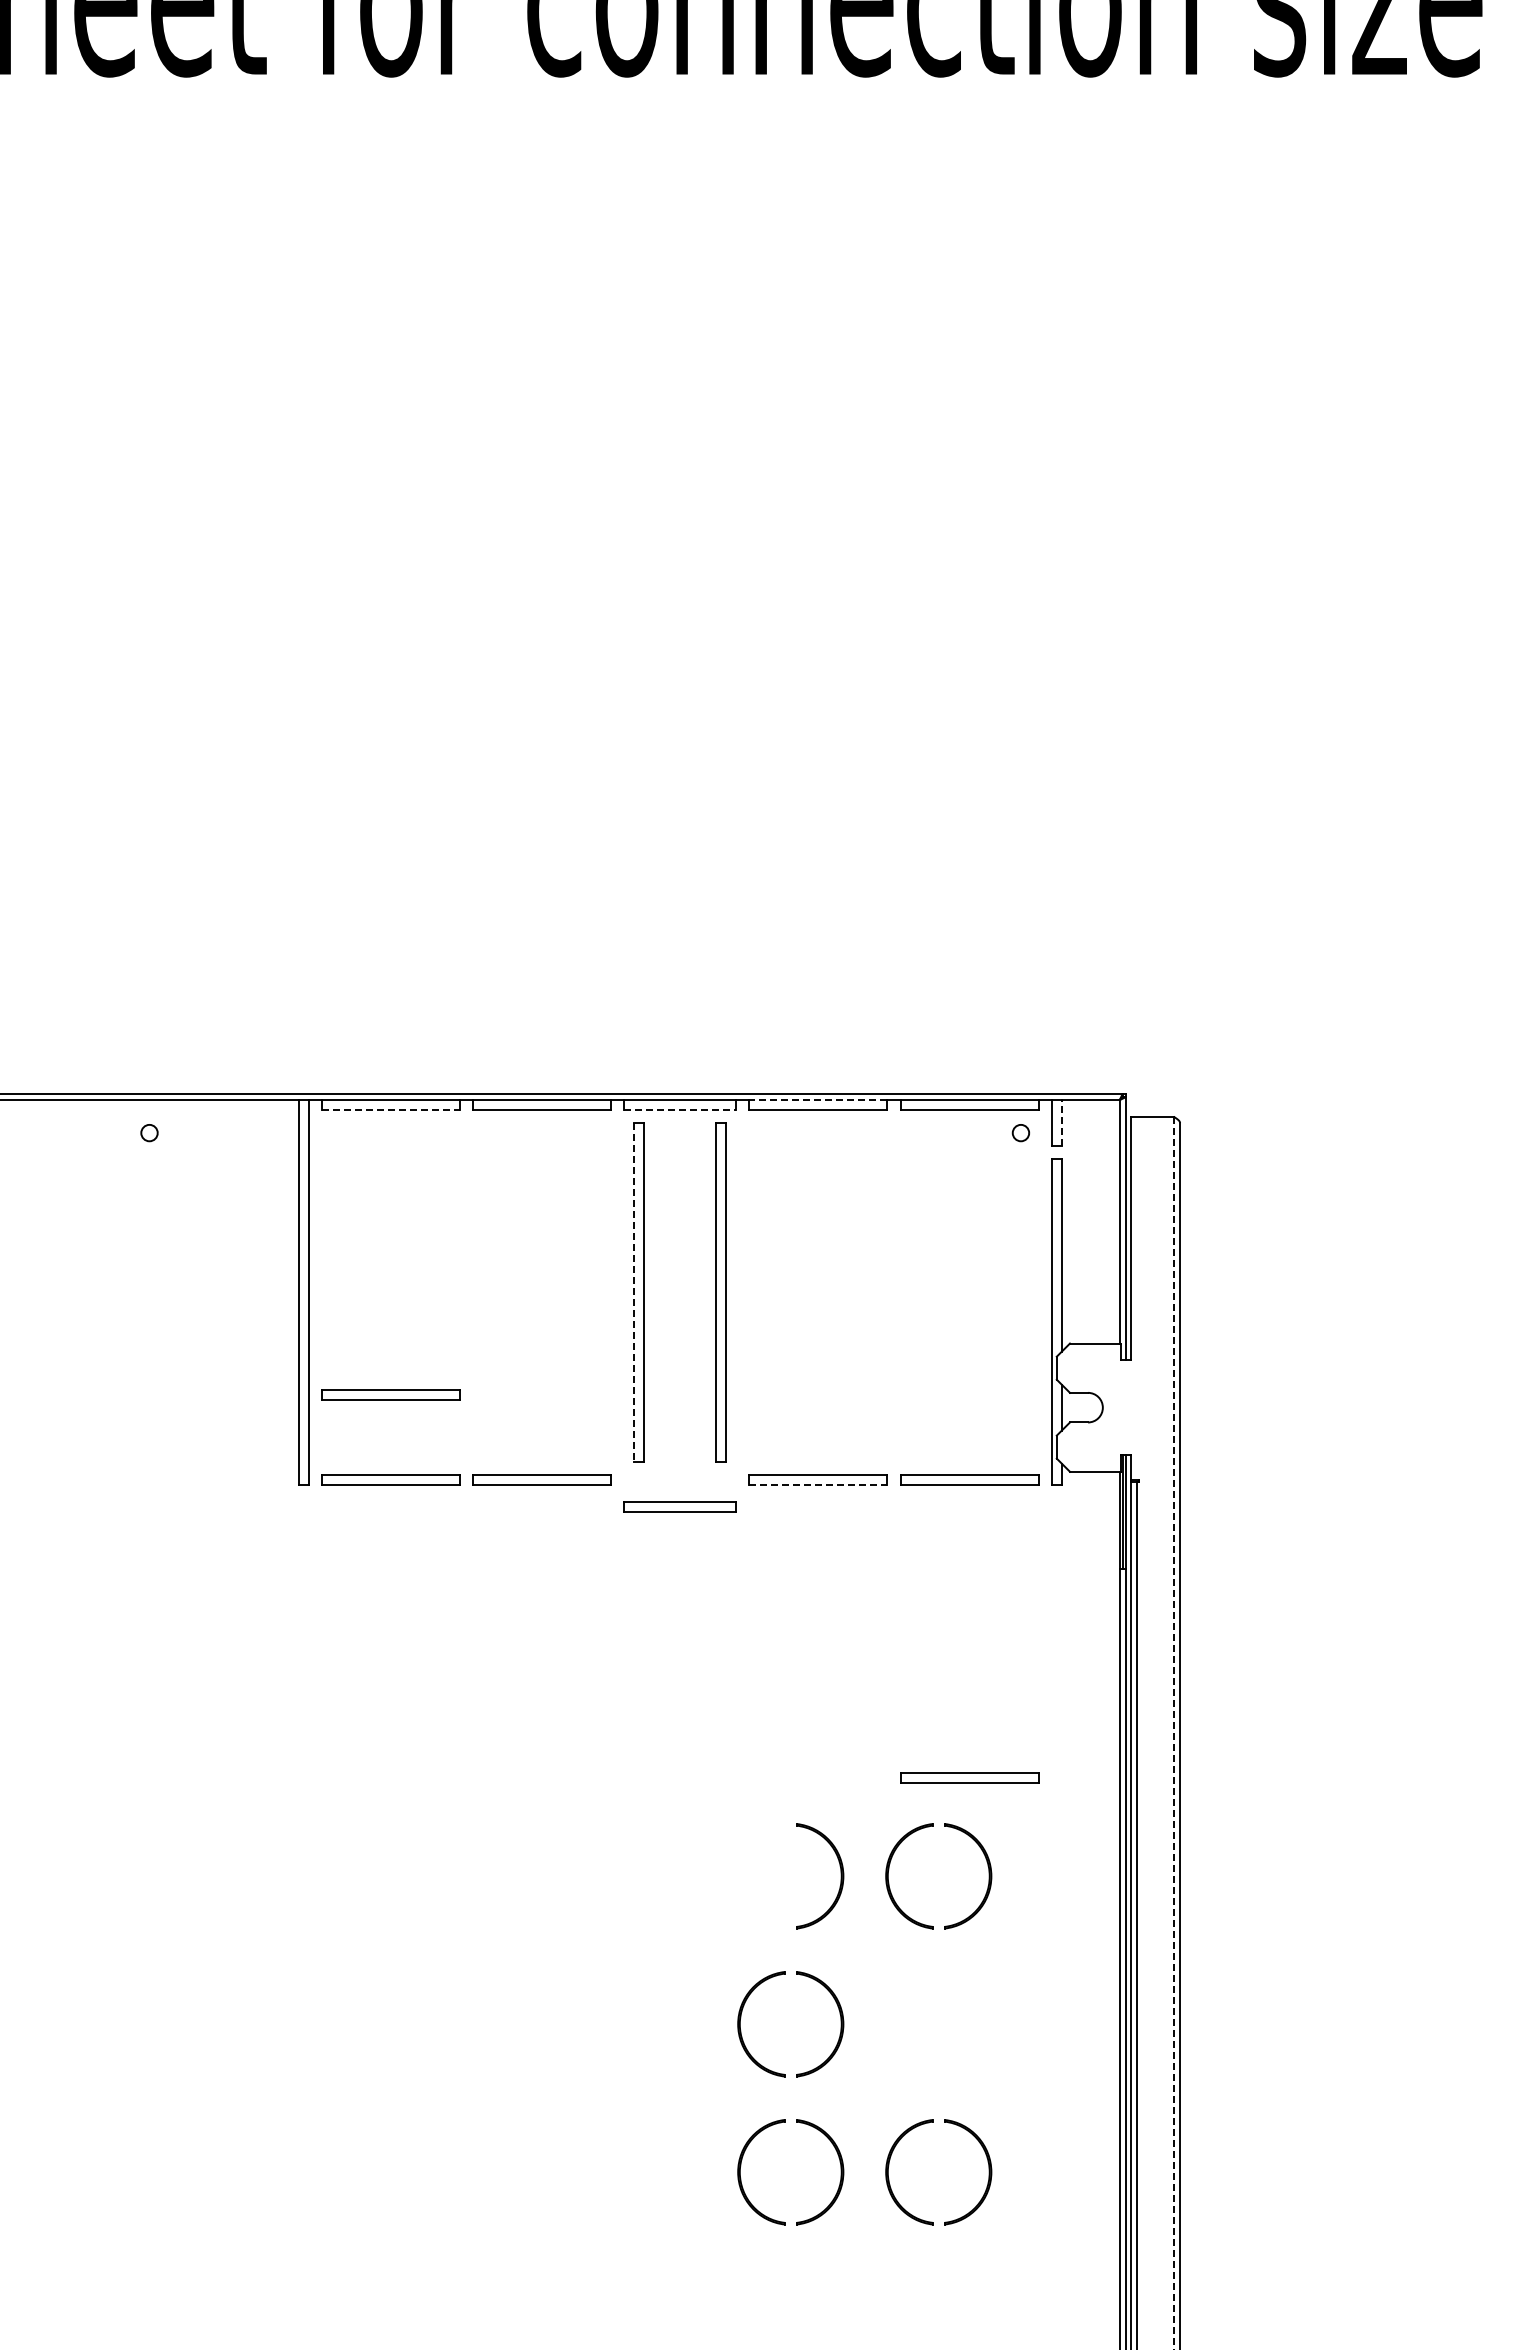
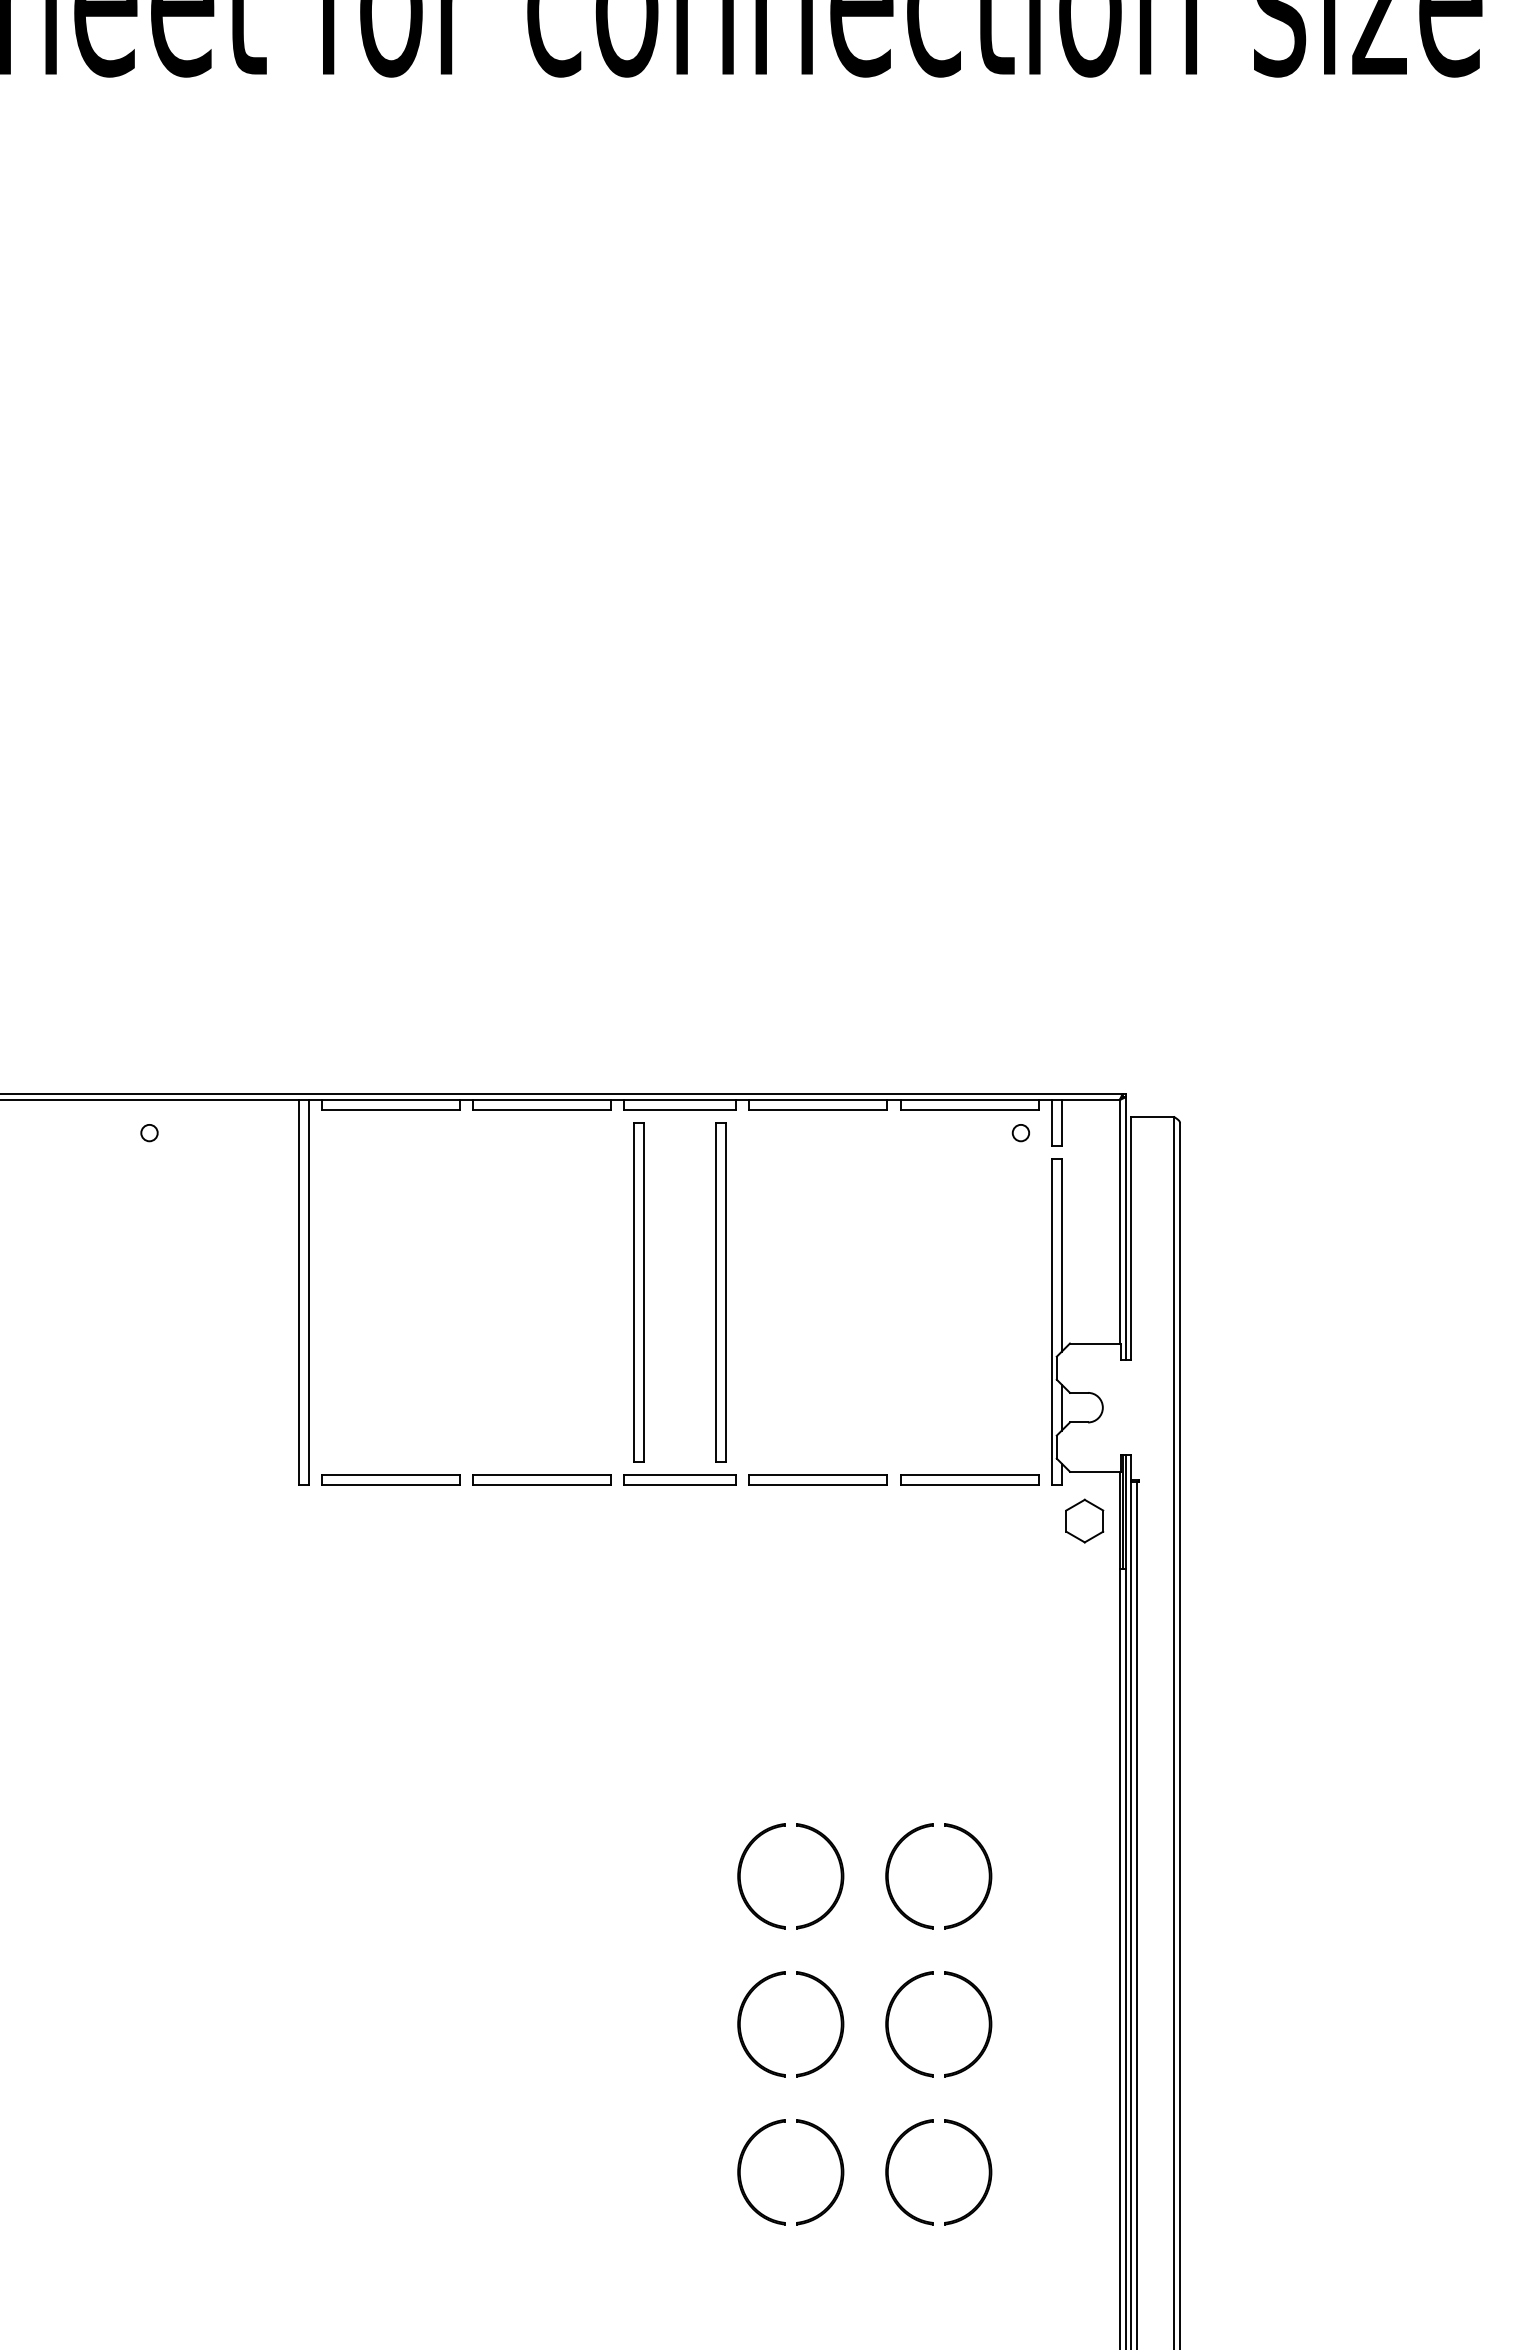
line at (817, 1100): dashed -> solid
line at (391, 1110): dashed -> solid
line at (680, 1110): dashed -> solid
line at (1061, 1122): dashed -> solid
line at (634, 1293): dashed -> solid
part at (390, 1394): present -> none
line at (818, 1484): dashed -> solid
part at (679, 1506) position: (679, 1506) -> (679, 1479)
part at (1084, 1520): none -> present
line at (1173, 1733): dashed -> solid
part at (969, 1777): present -> none
part at (741, 1870): none -> present
part at (988, 2024): none -> present
part at (889, 2030): none -> present
